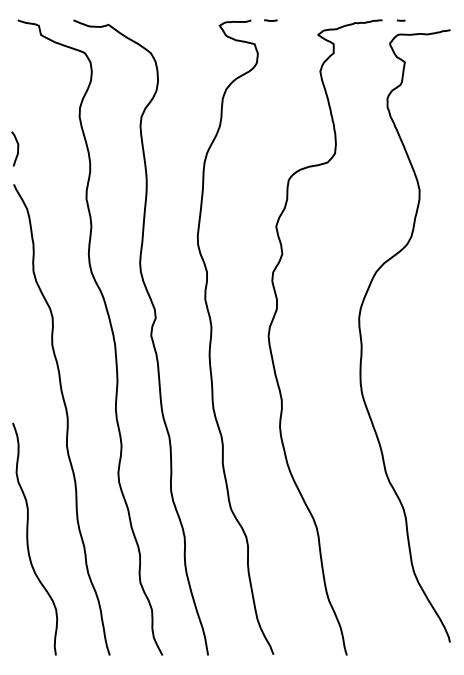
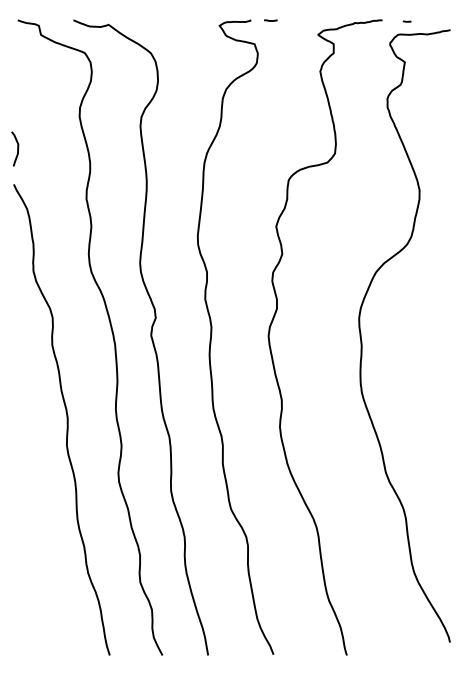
line at (400, 20) position: (400, 20) -> (406, 21)
curve at (28, 538): present -> none
